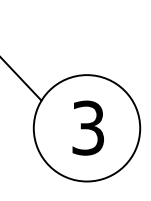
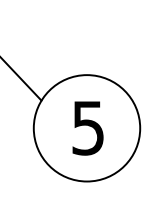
text at (87, 127): 3 -> 5
